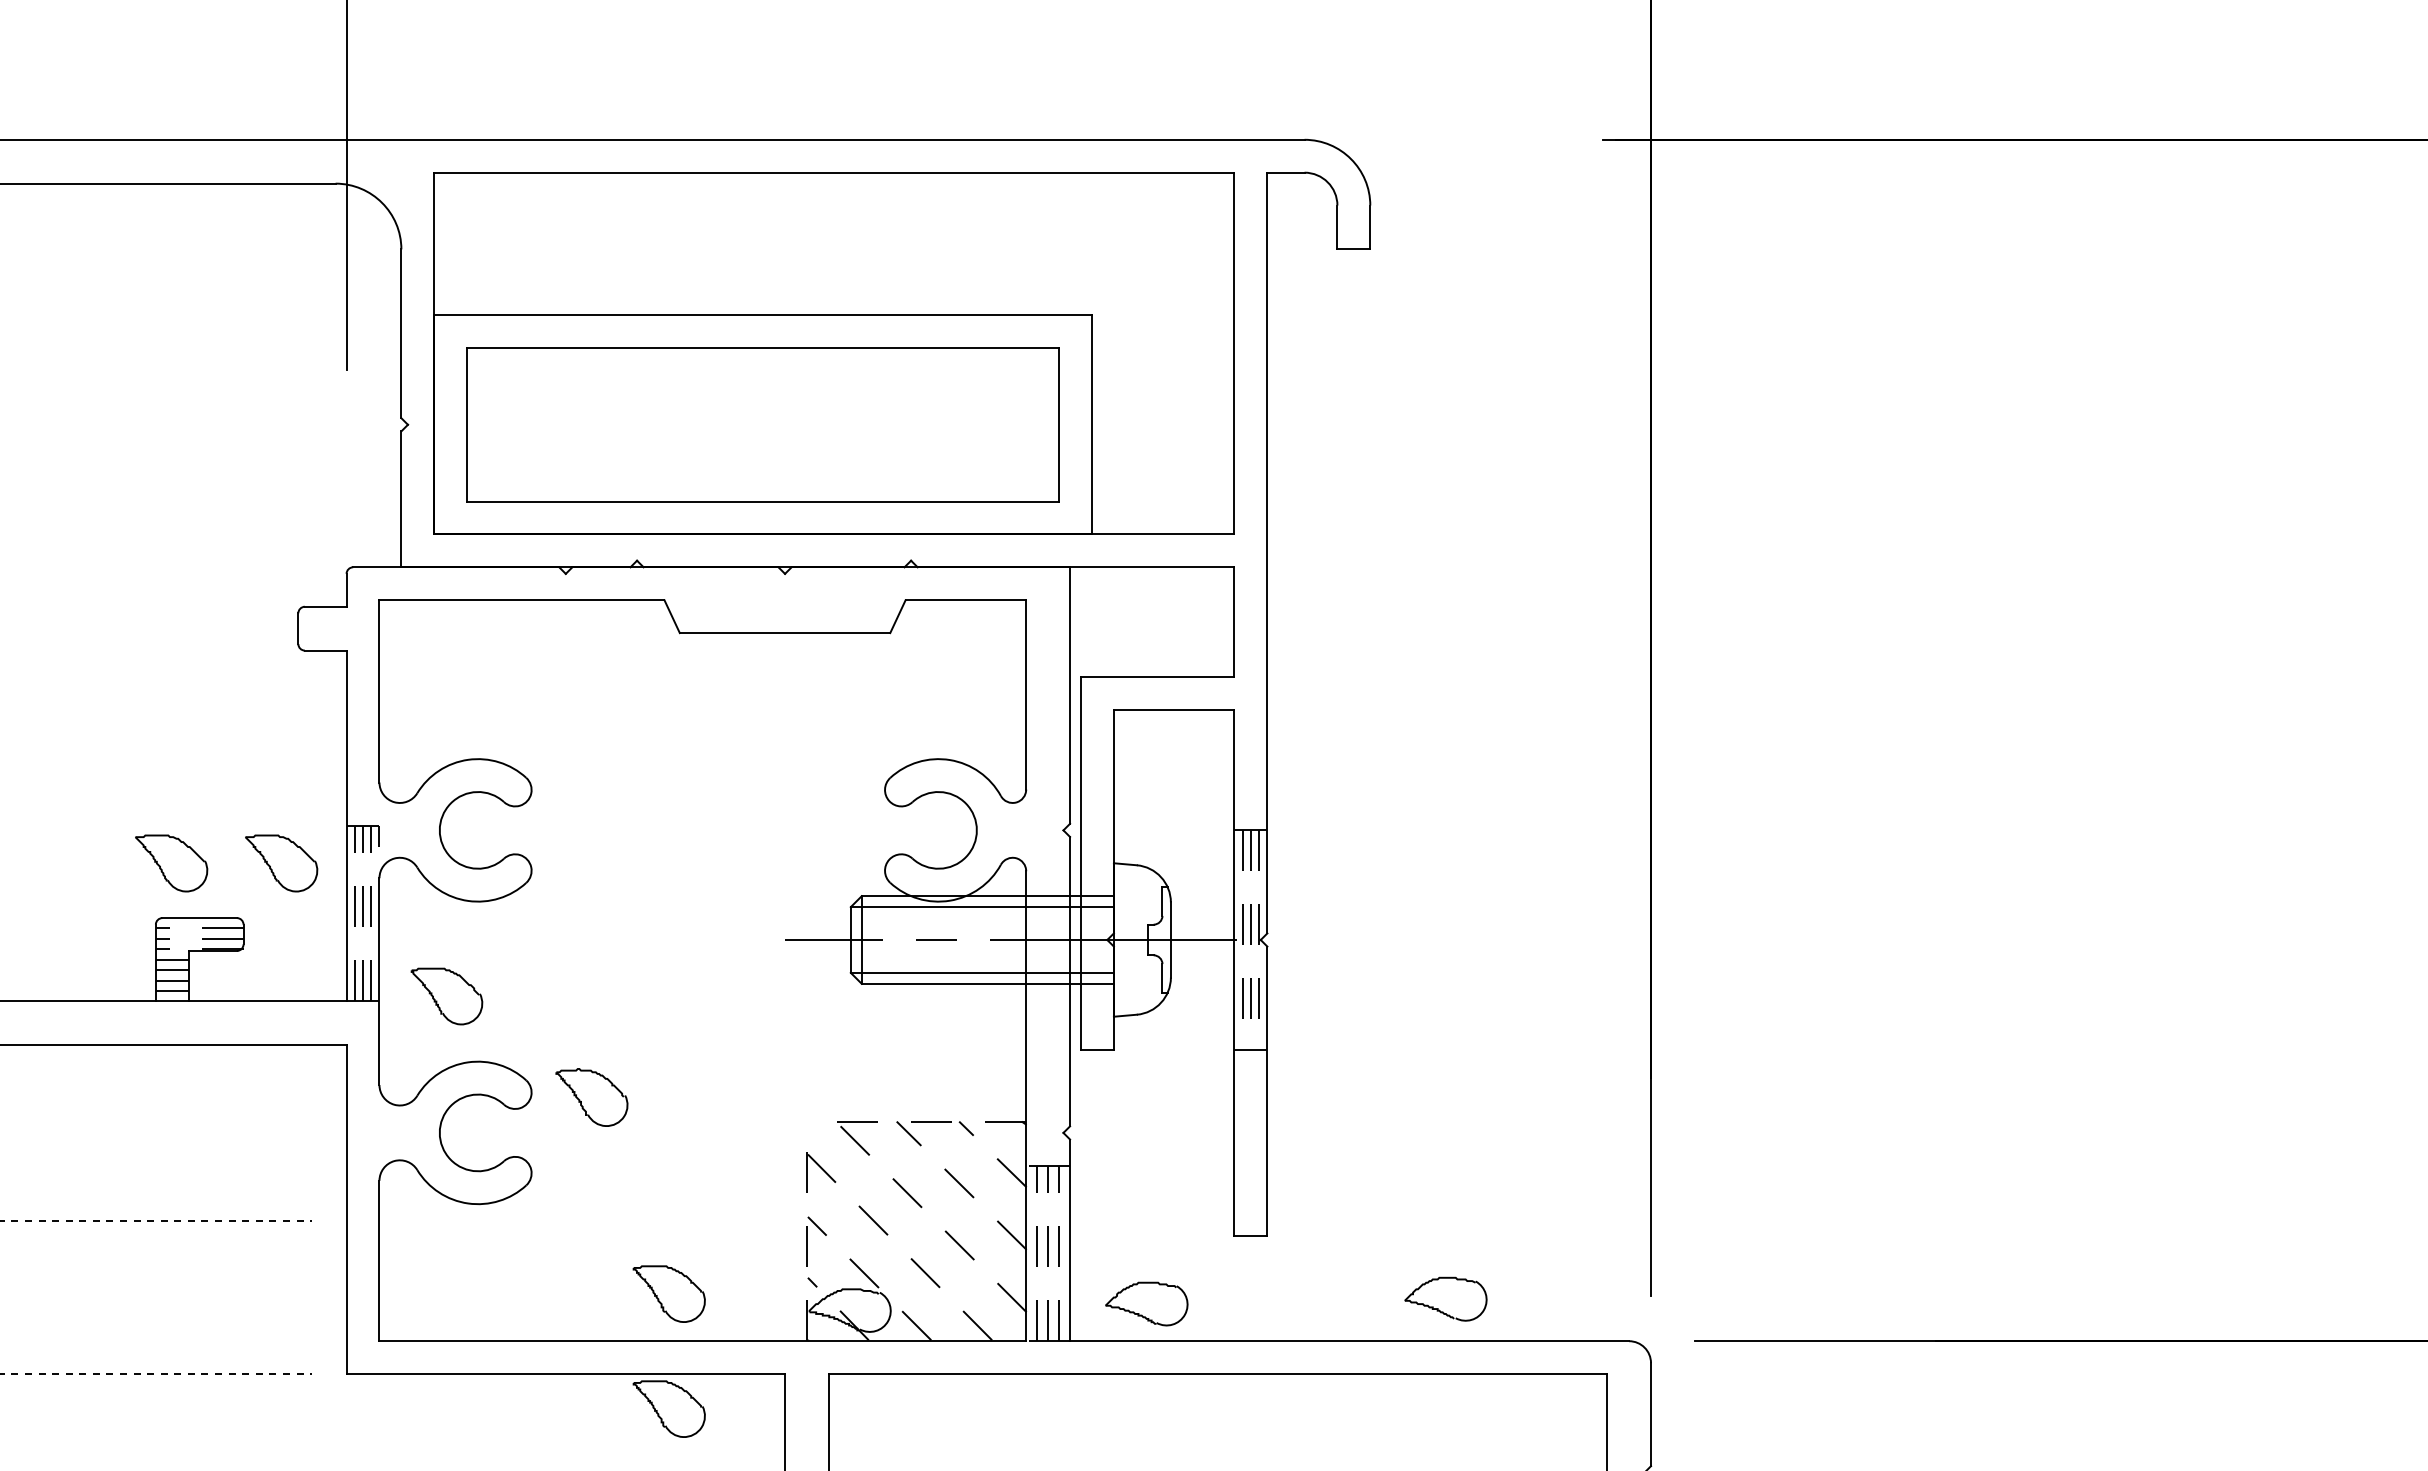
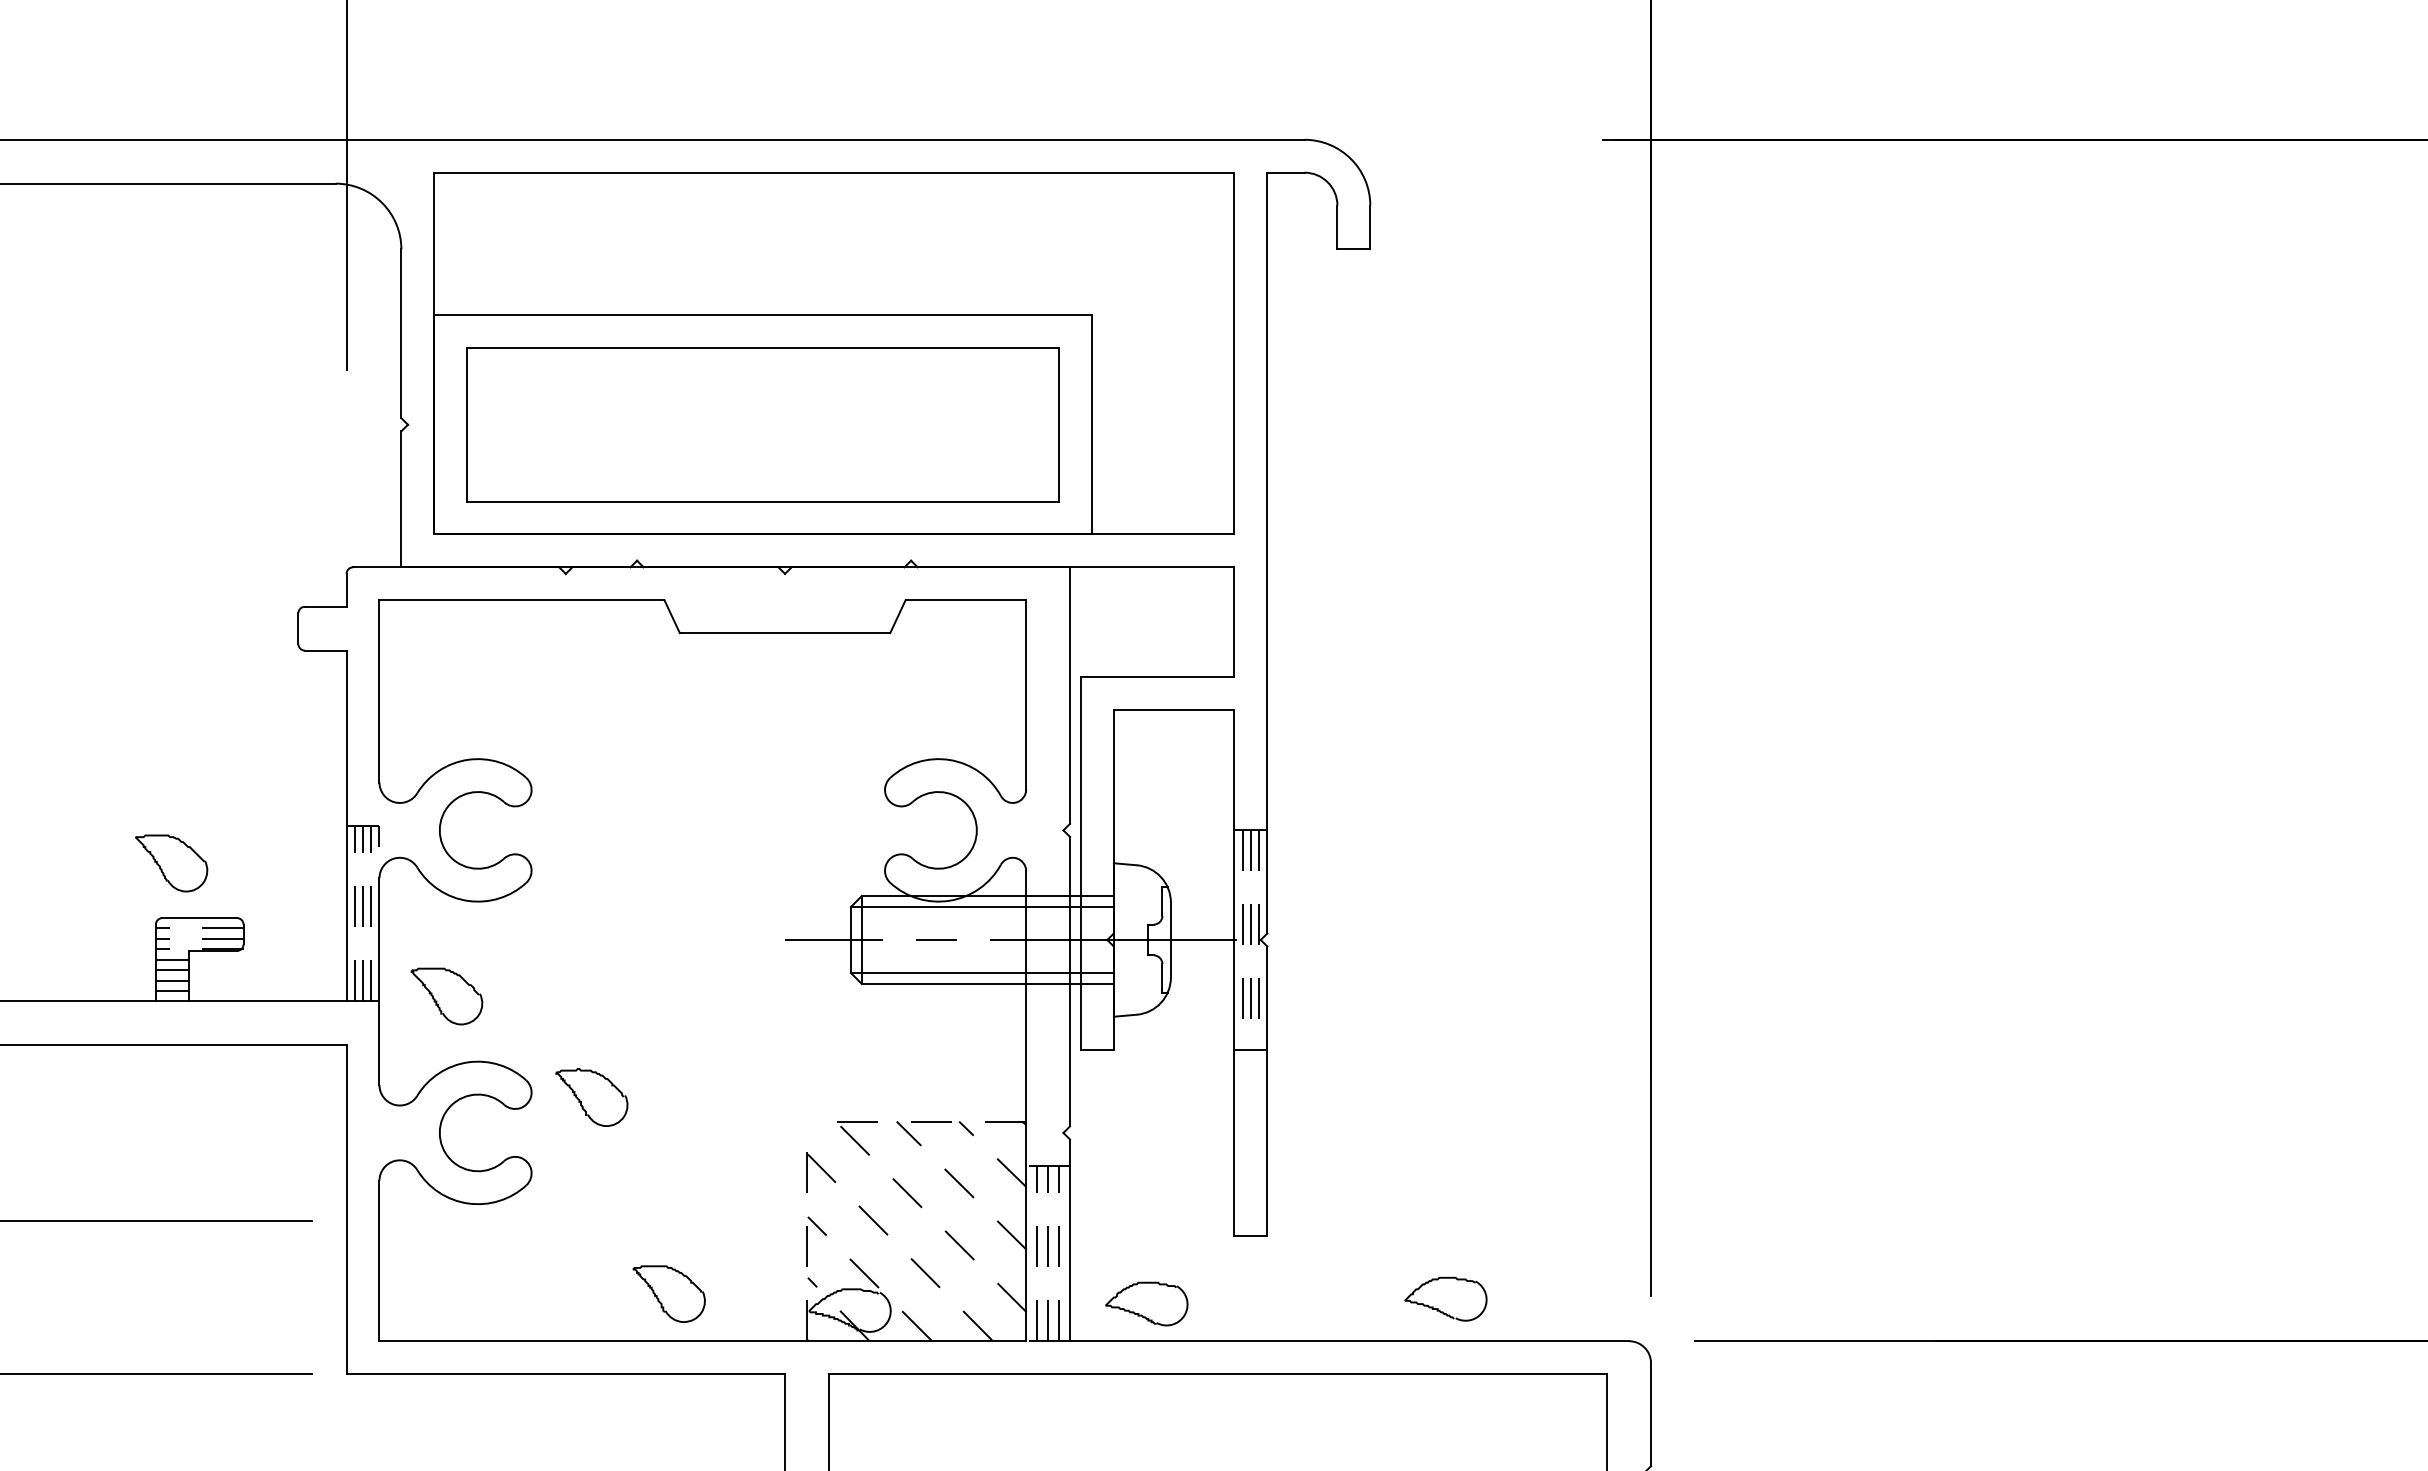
part at (281, 863): present -> none
line at (155, 1220): dashed -> solid
line at (155, 1374): dashed -> solid
part at (668, 1408): present -> none
